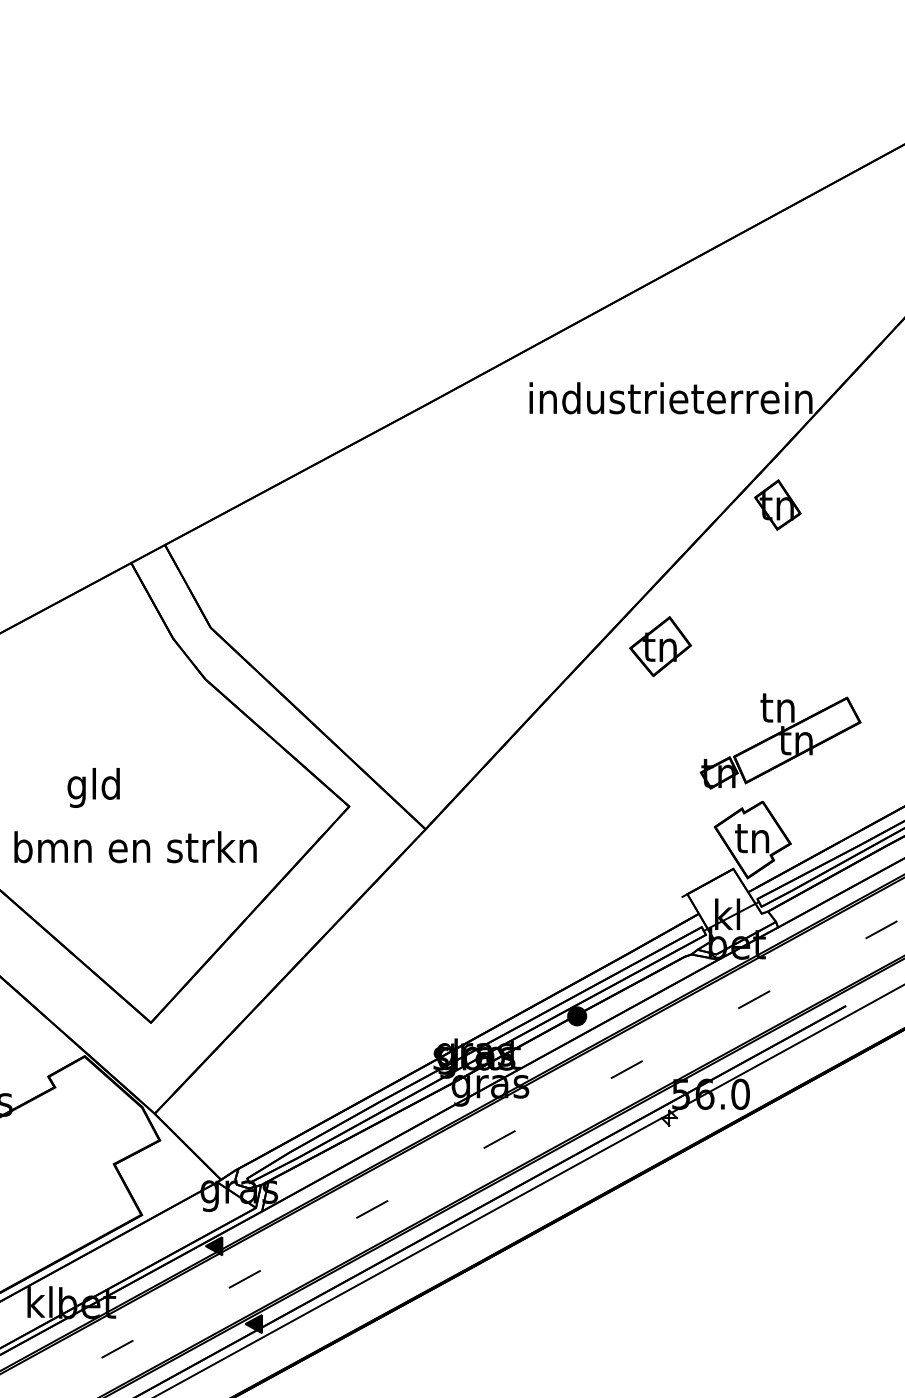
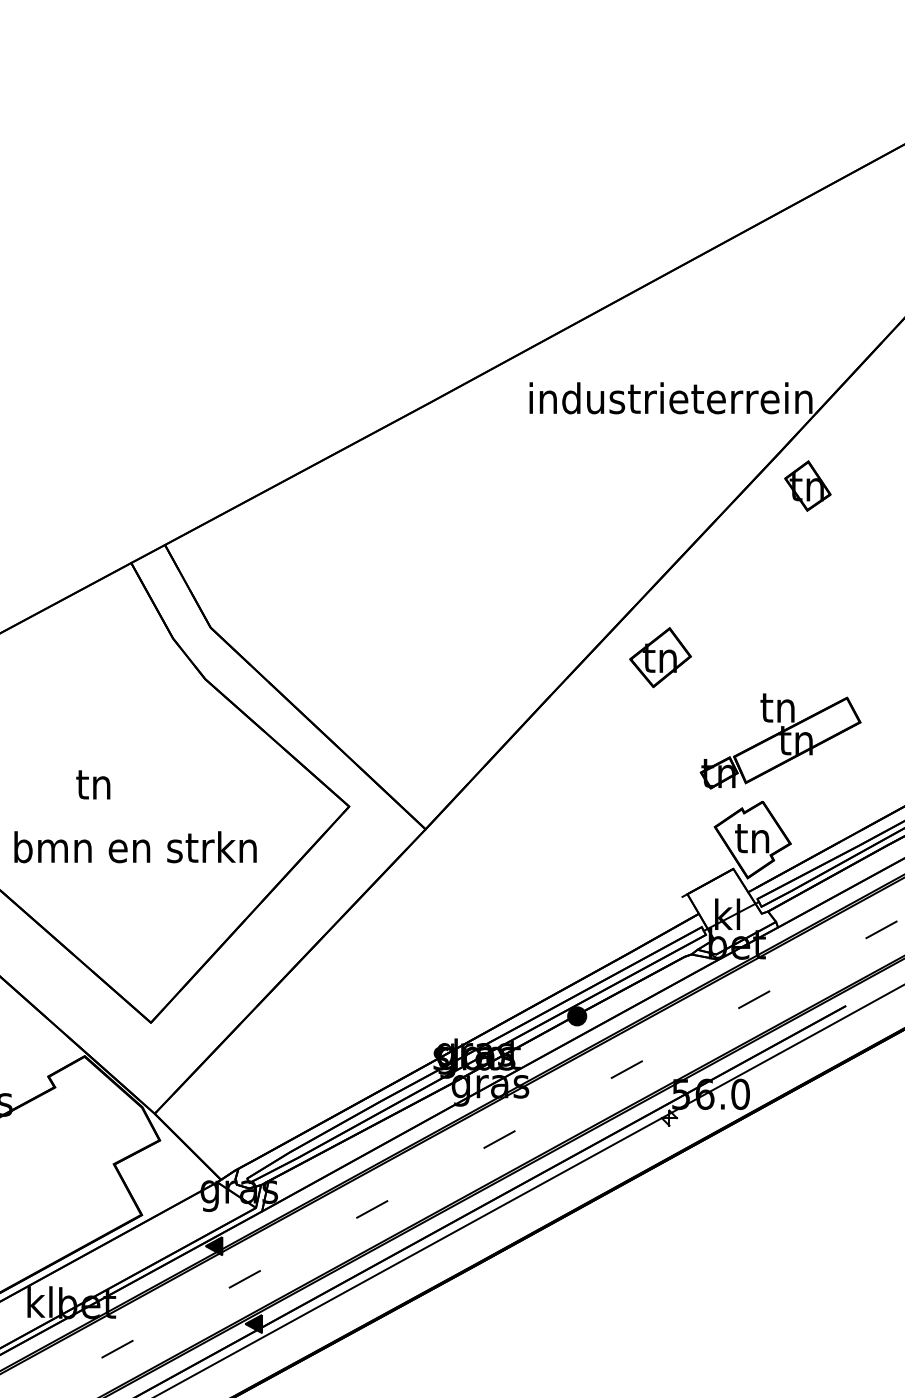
part at (777, 504) position: (777, 504) -> (807, 485)
part at (660, 646) position: (660, 646) -> (660, 657)
text at (93, 787): gld -> tn
